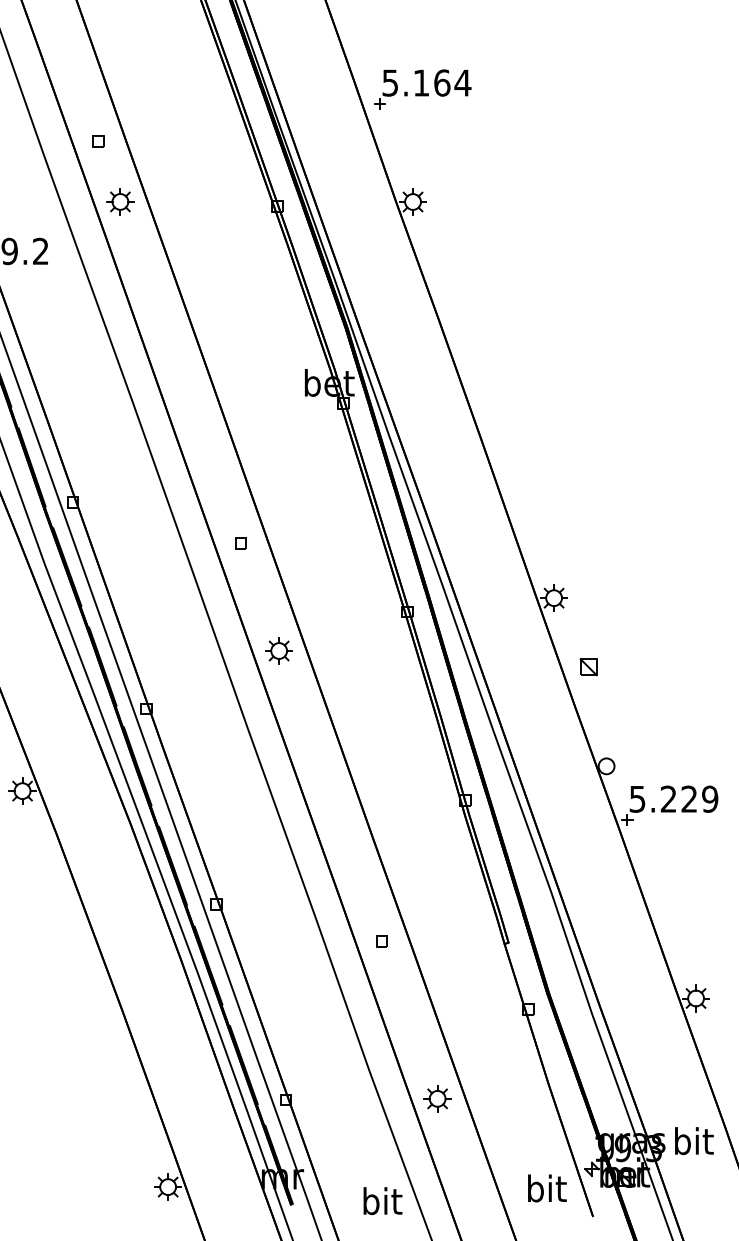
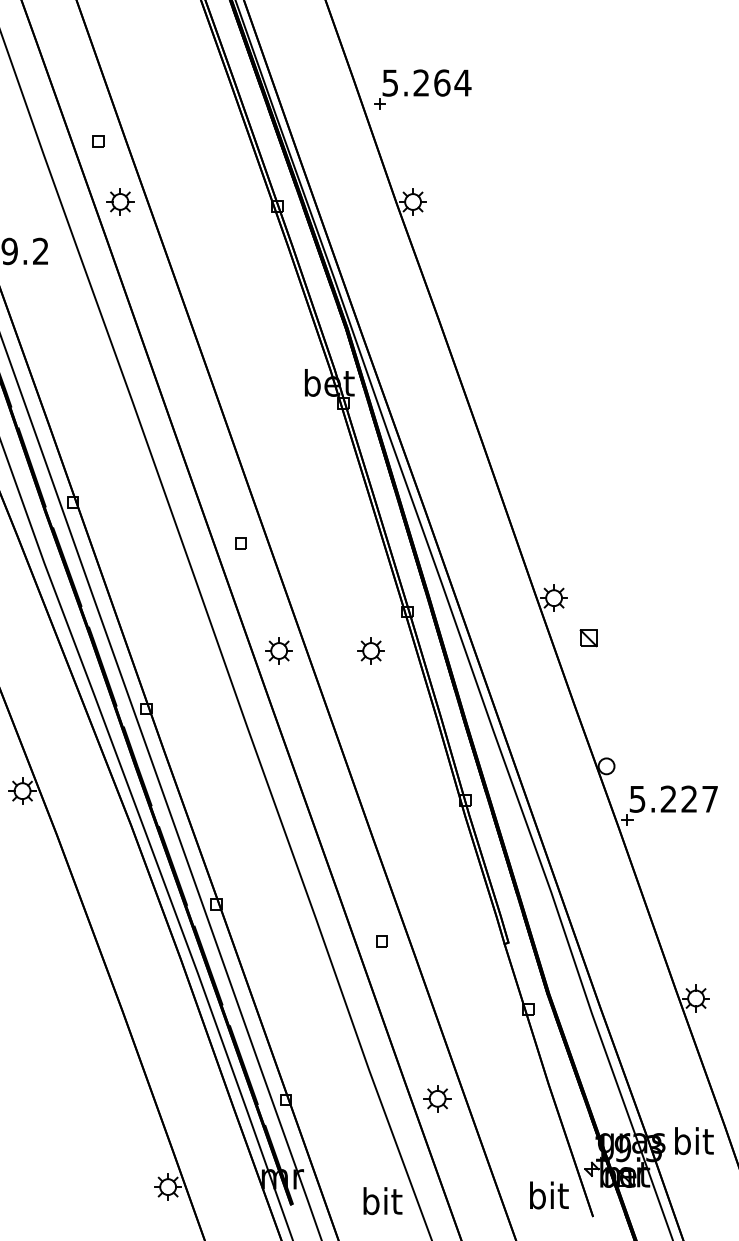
text at (420, 82): 5.164 -> 5.264
part at (370, 650): none -> present
part at (588, 667) position: (588, 667) -> (588, 638)
text at (710, 798): 5.229 -> 5.227
text at (547, 1188) position: (547, 1188) -> (549, 1195)
